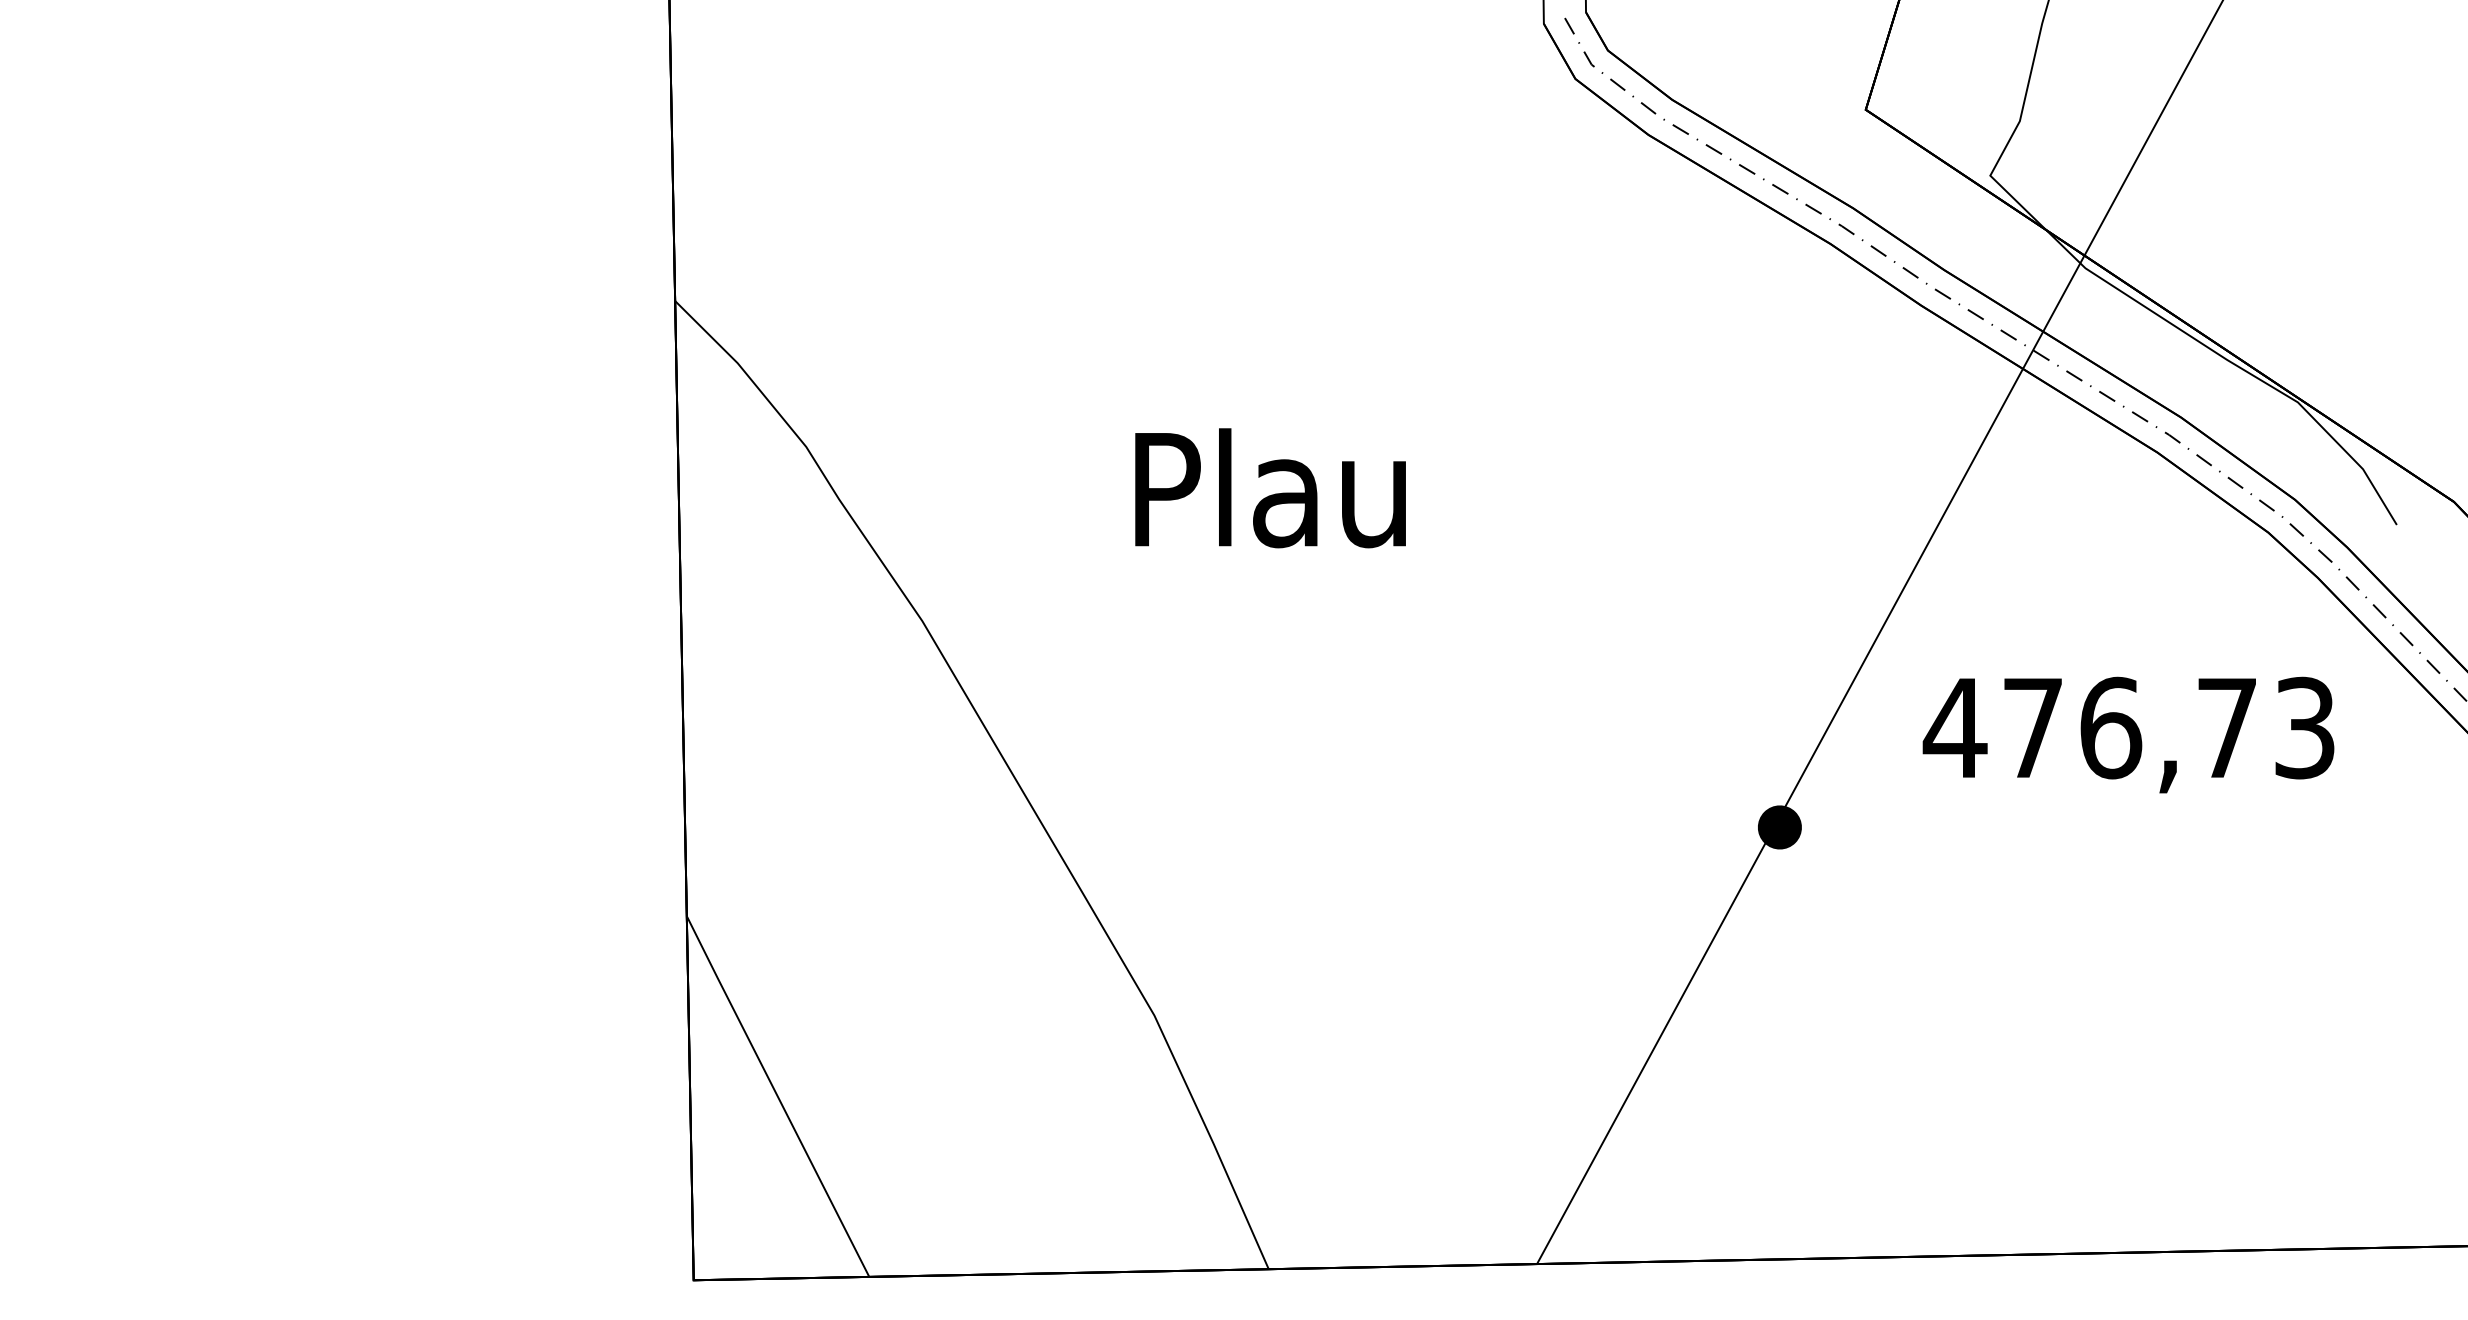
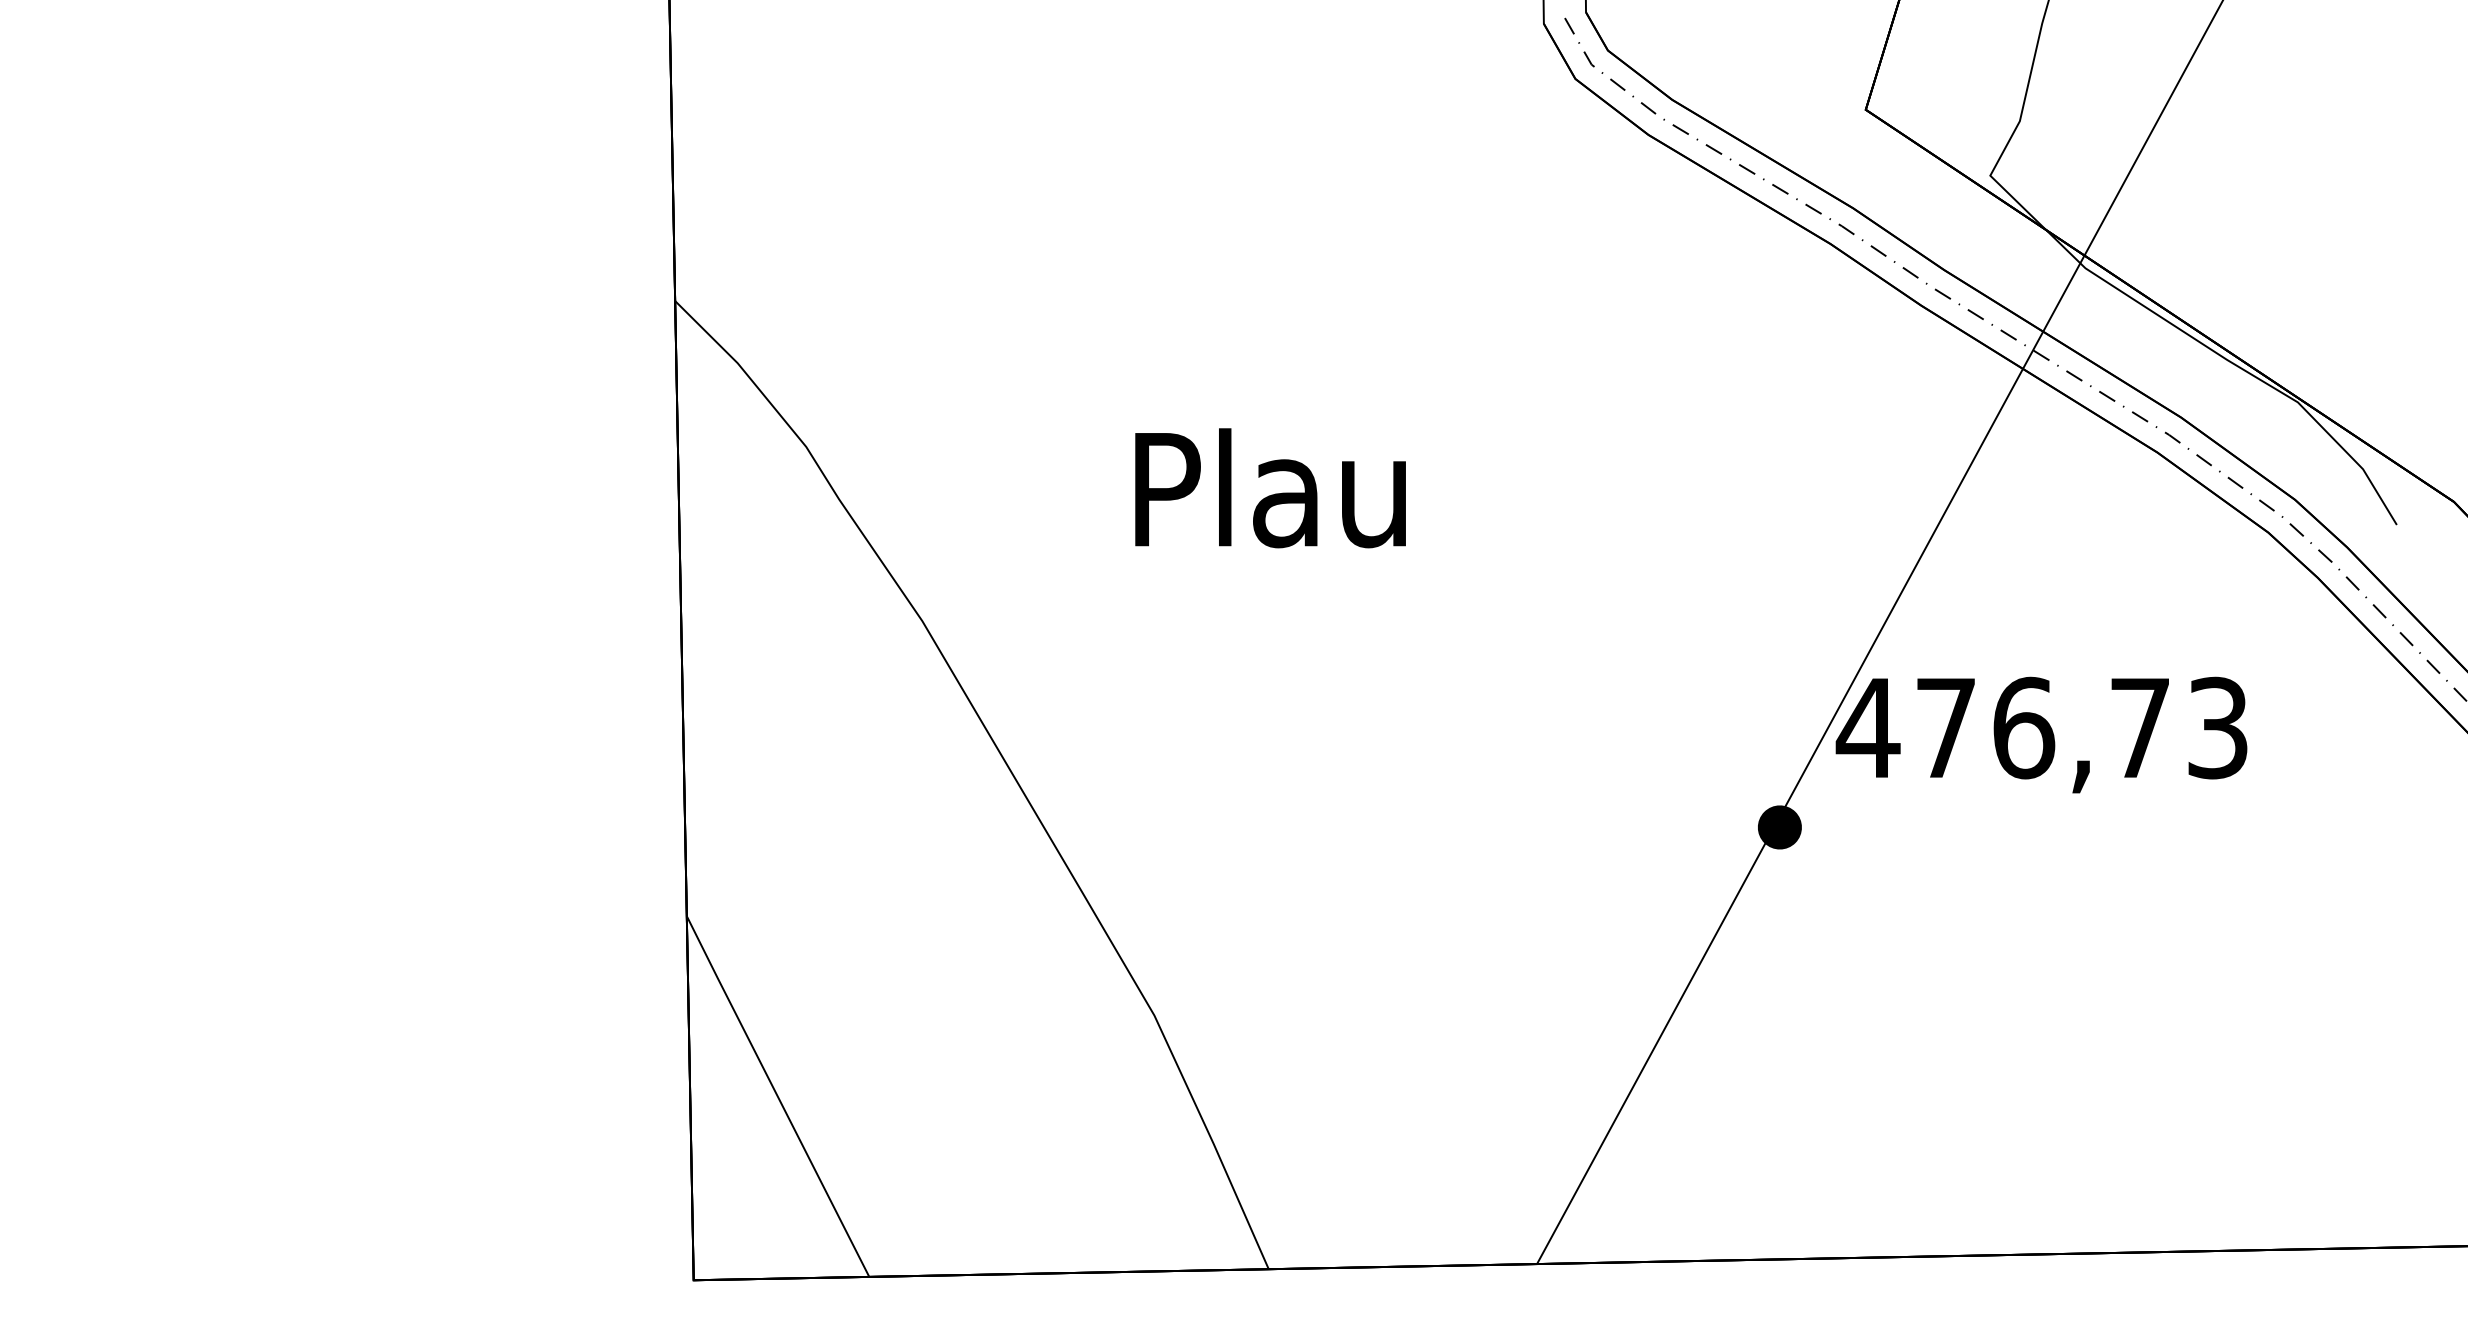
text at (2128, 734) position: (2128, 734) -> (2041, 734)
